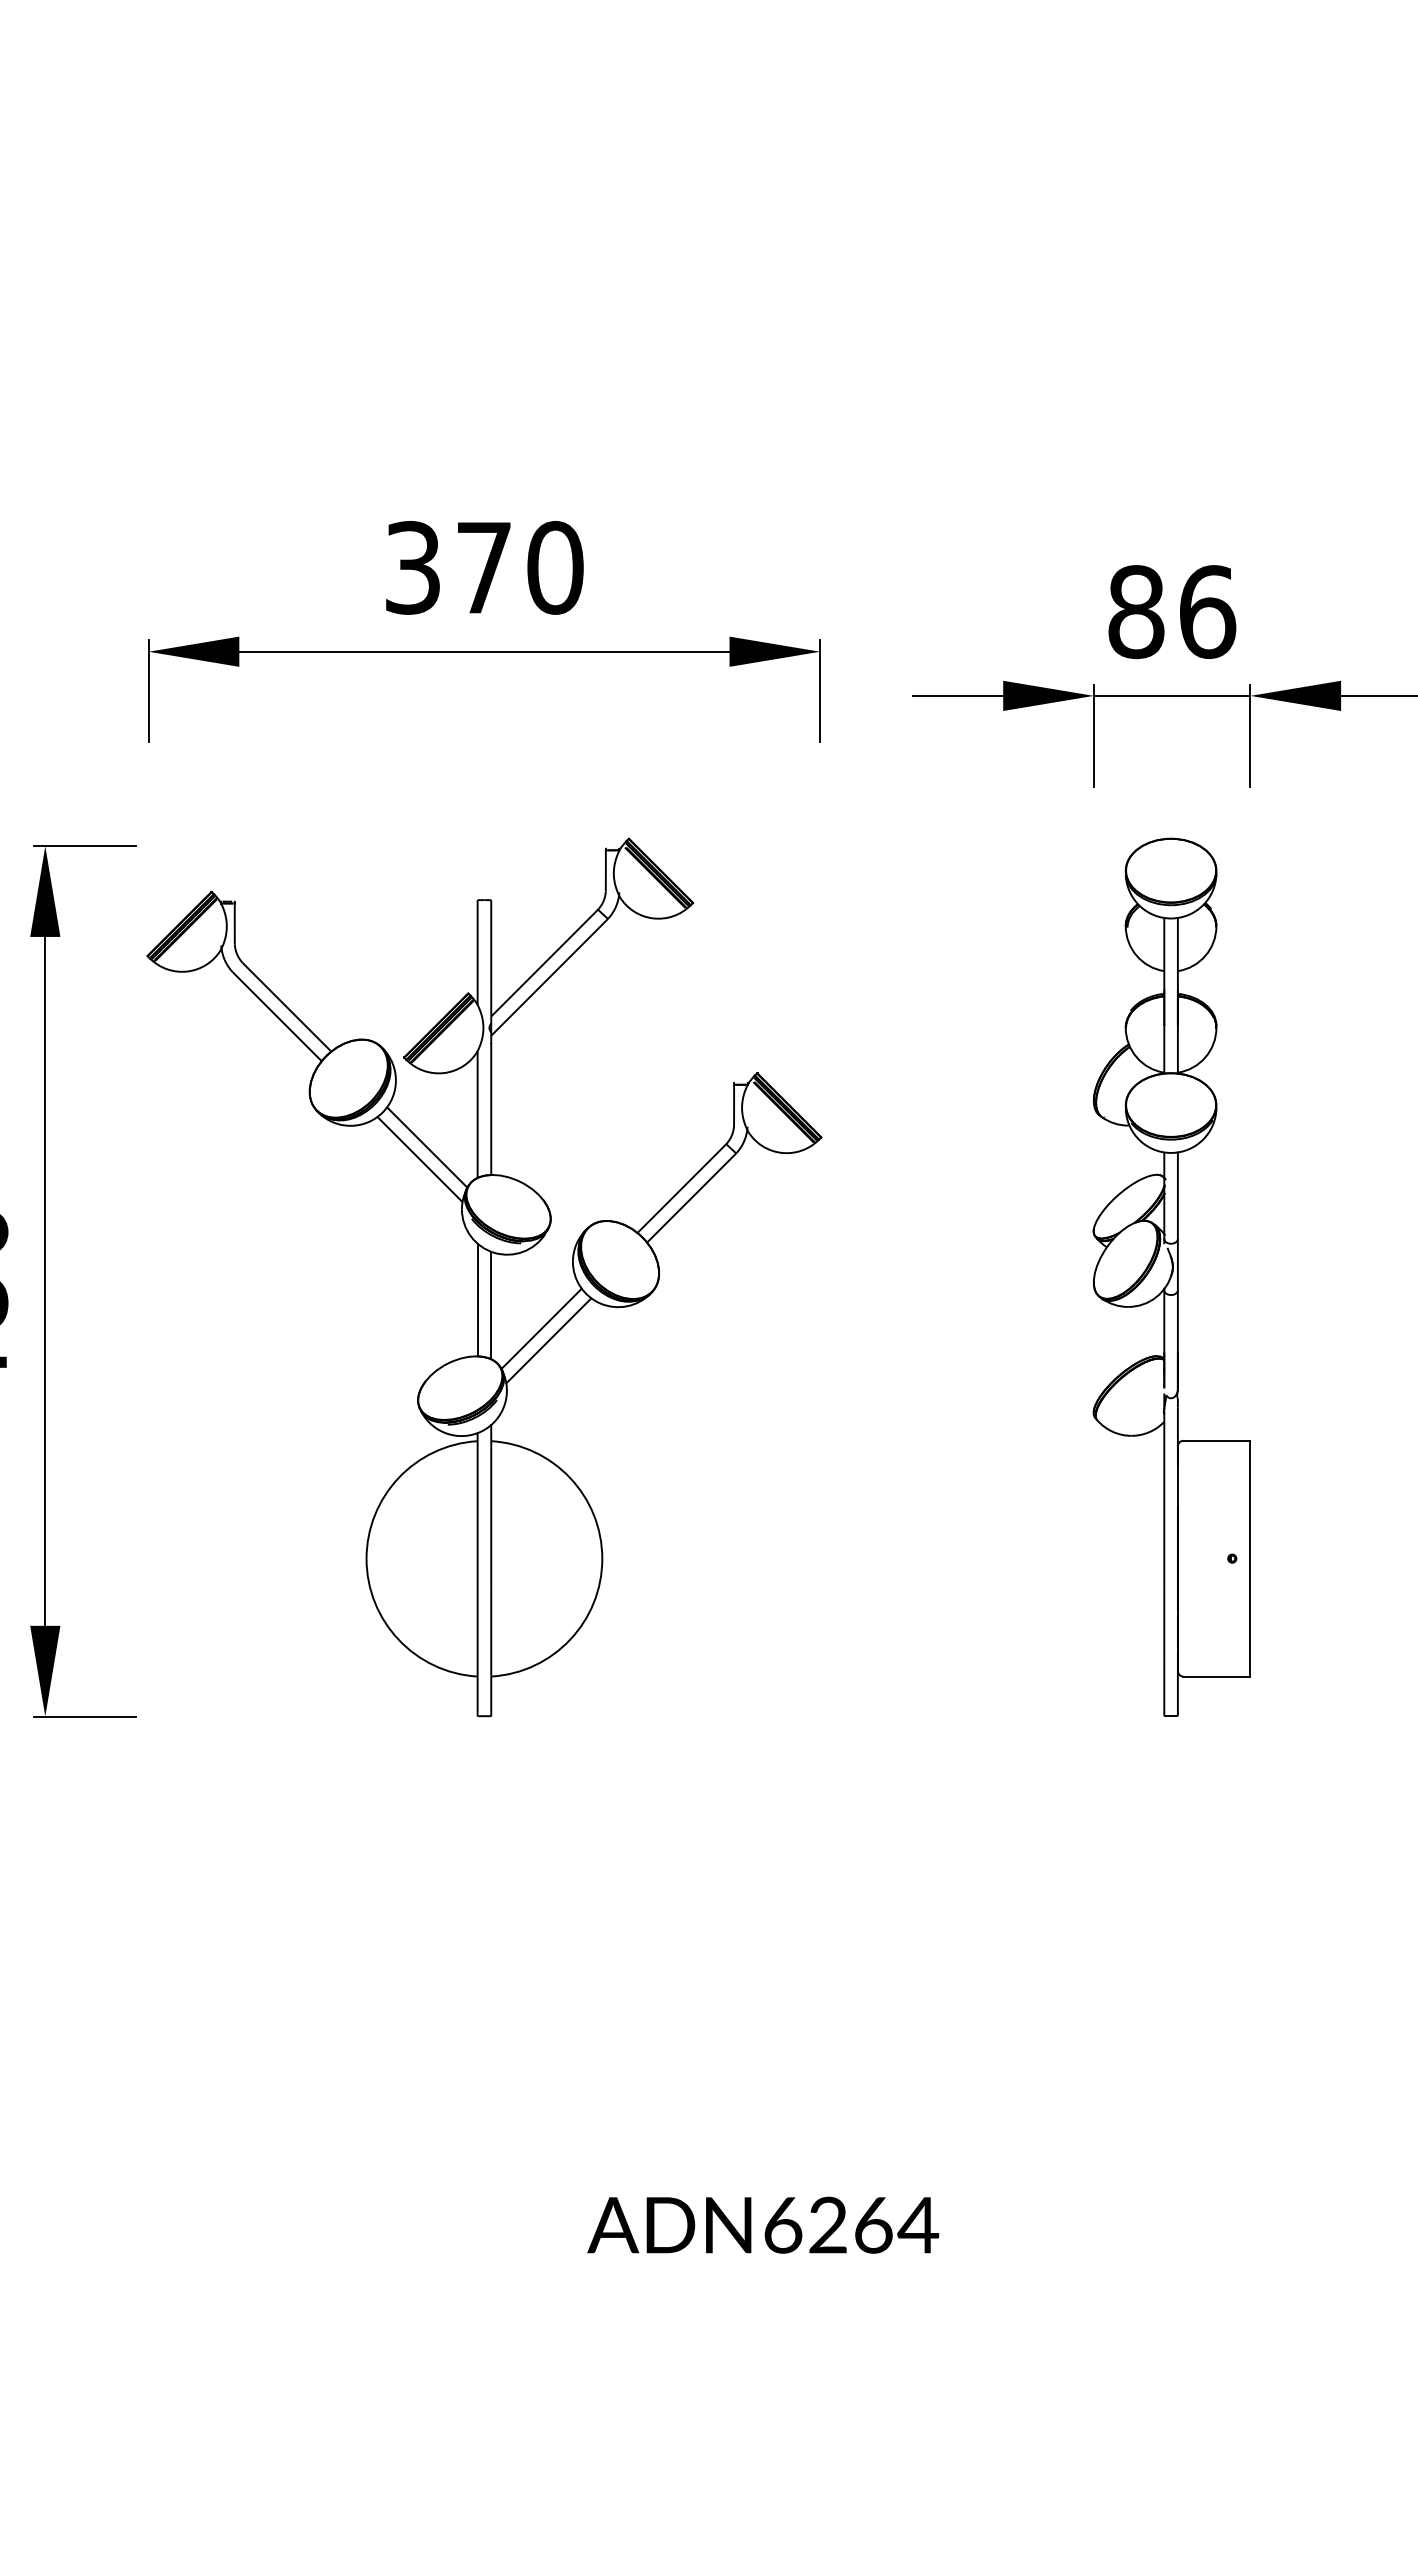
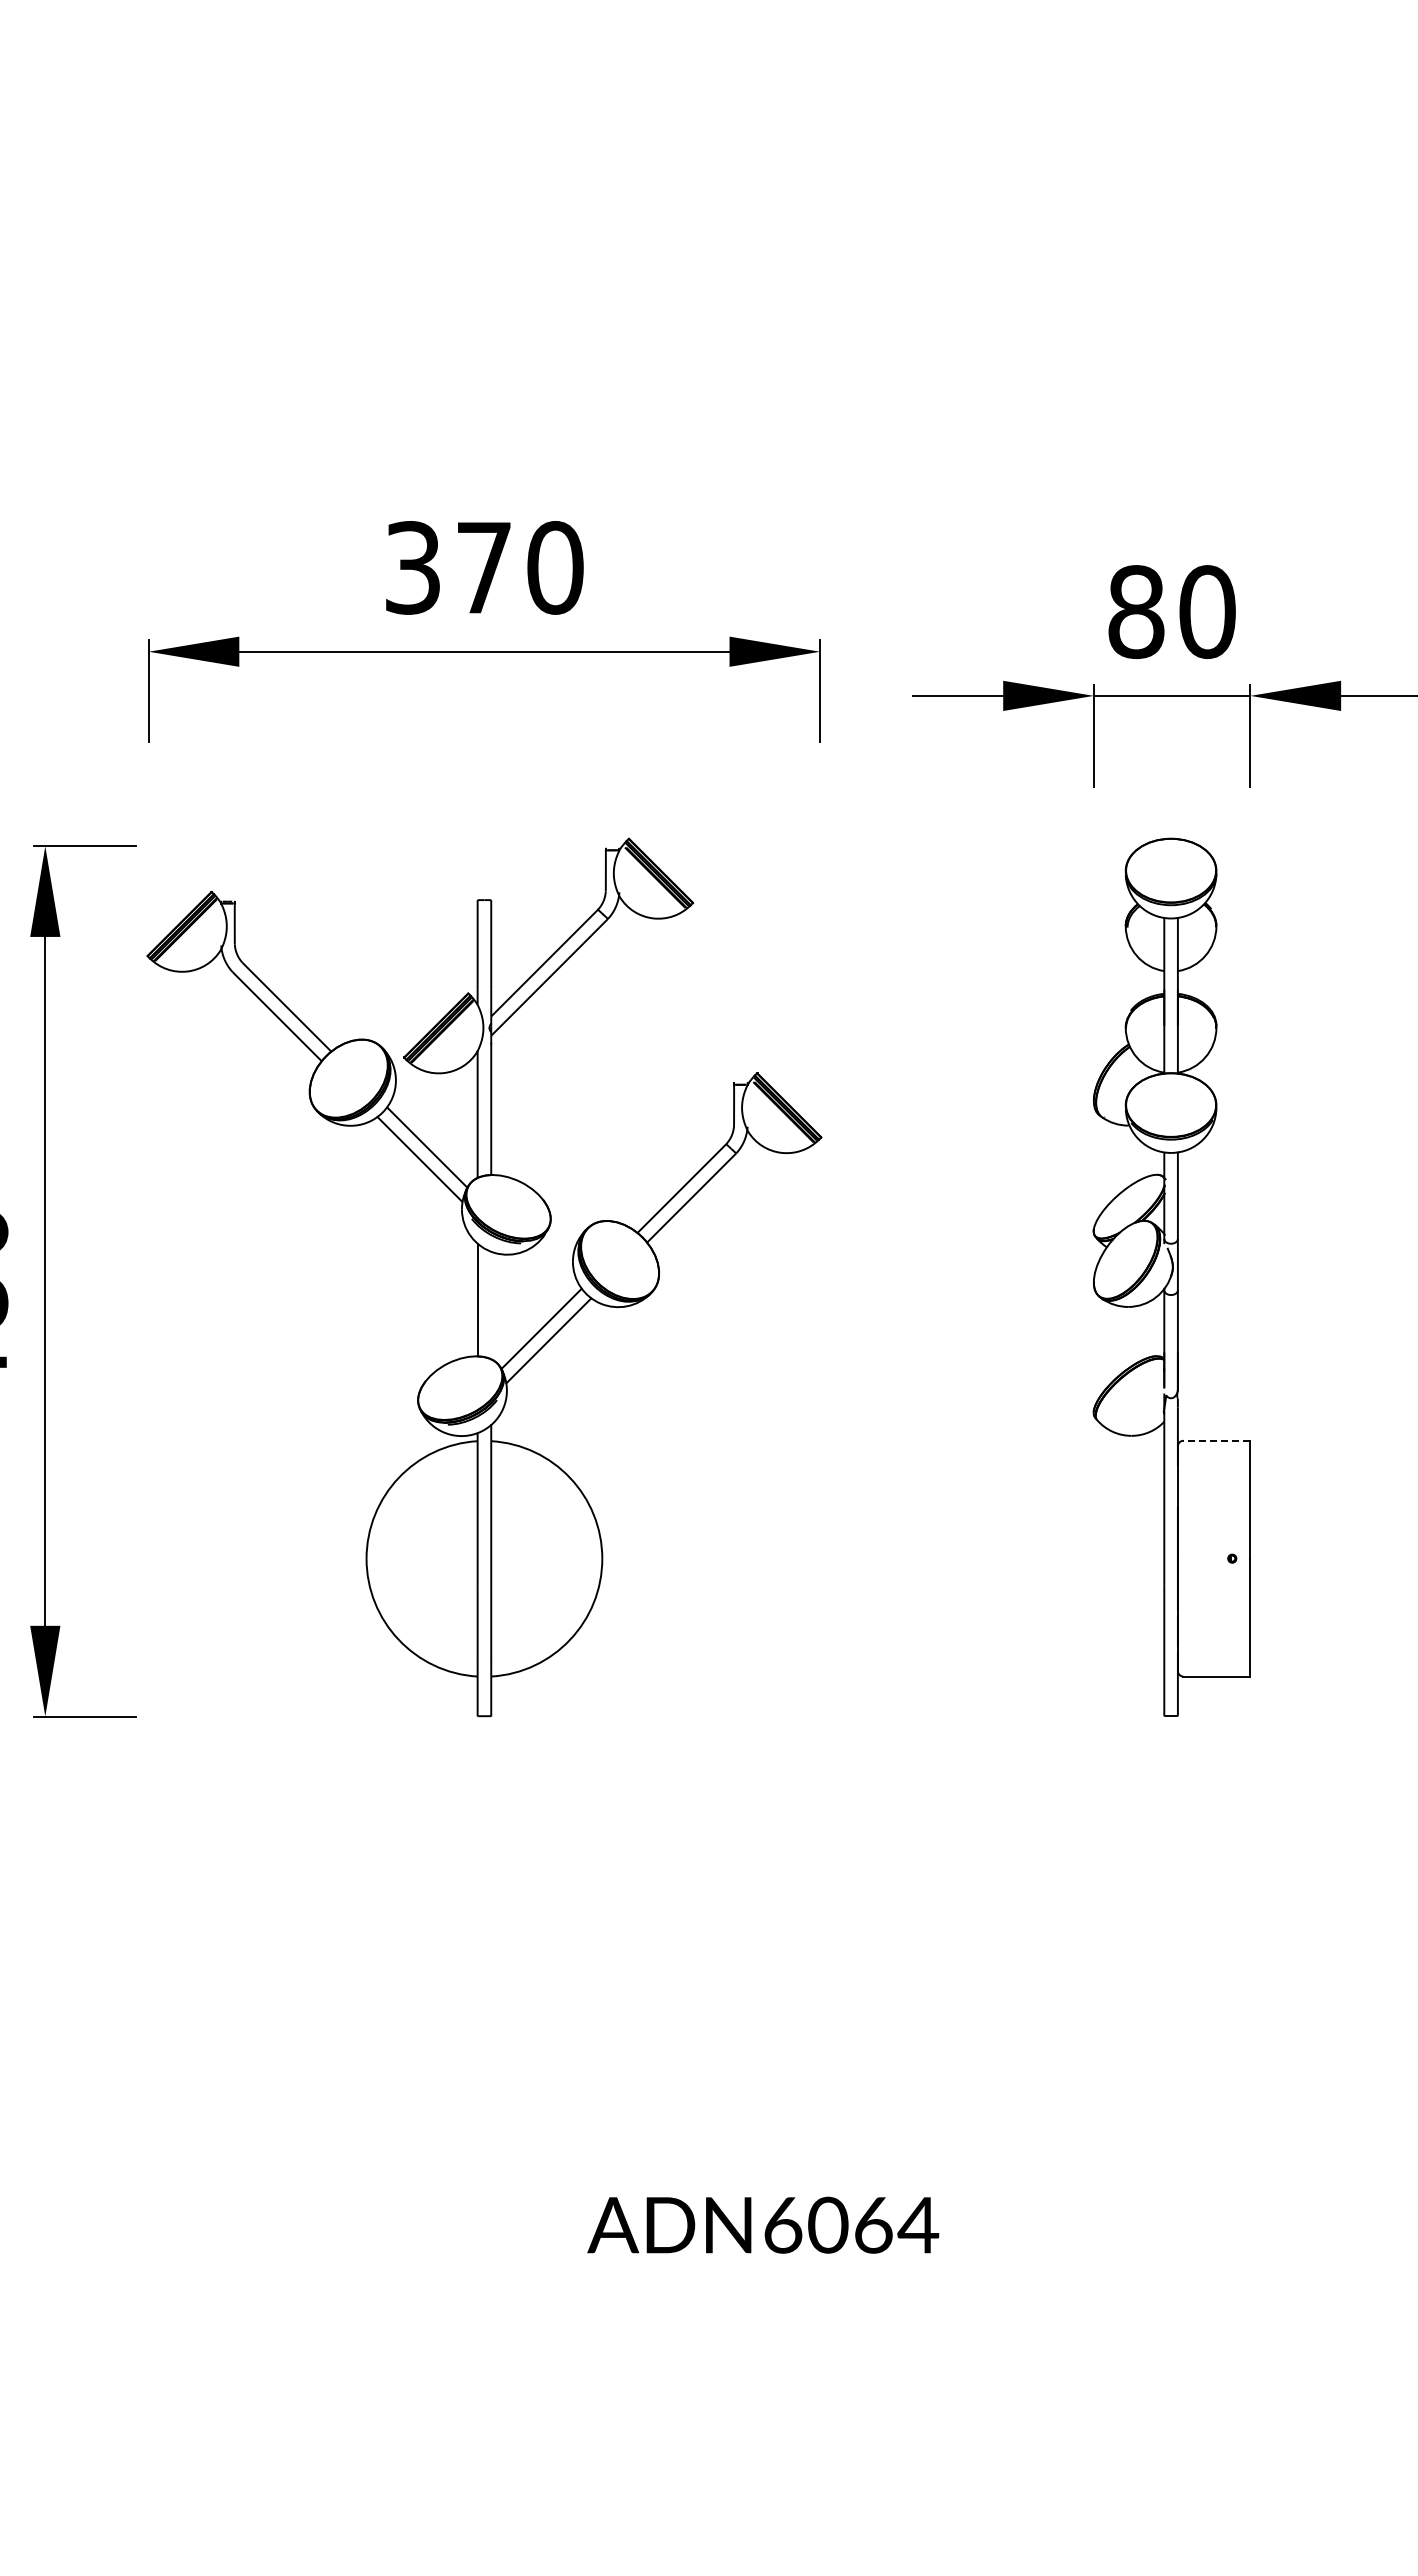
text at (1207, 611): 86 -> 80
line at (491, 1305): present -> none
line at (1216, 1440): solid -> dashed
text at (828, 2225): 6264 -> 6064
